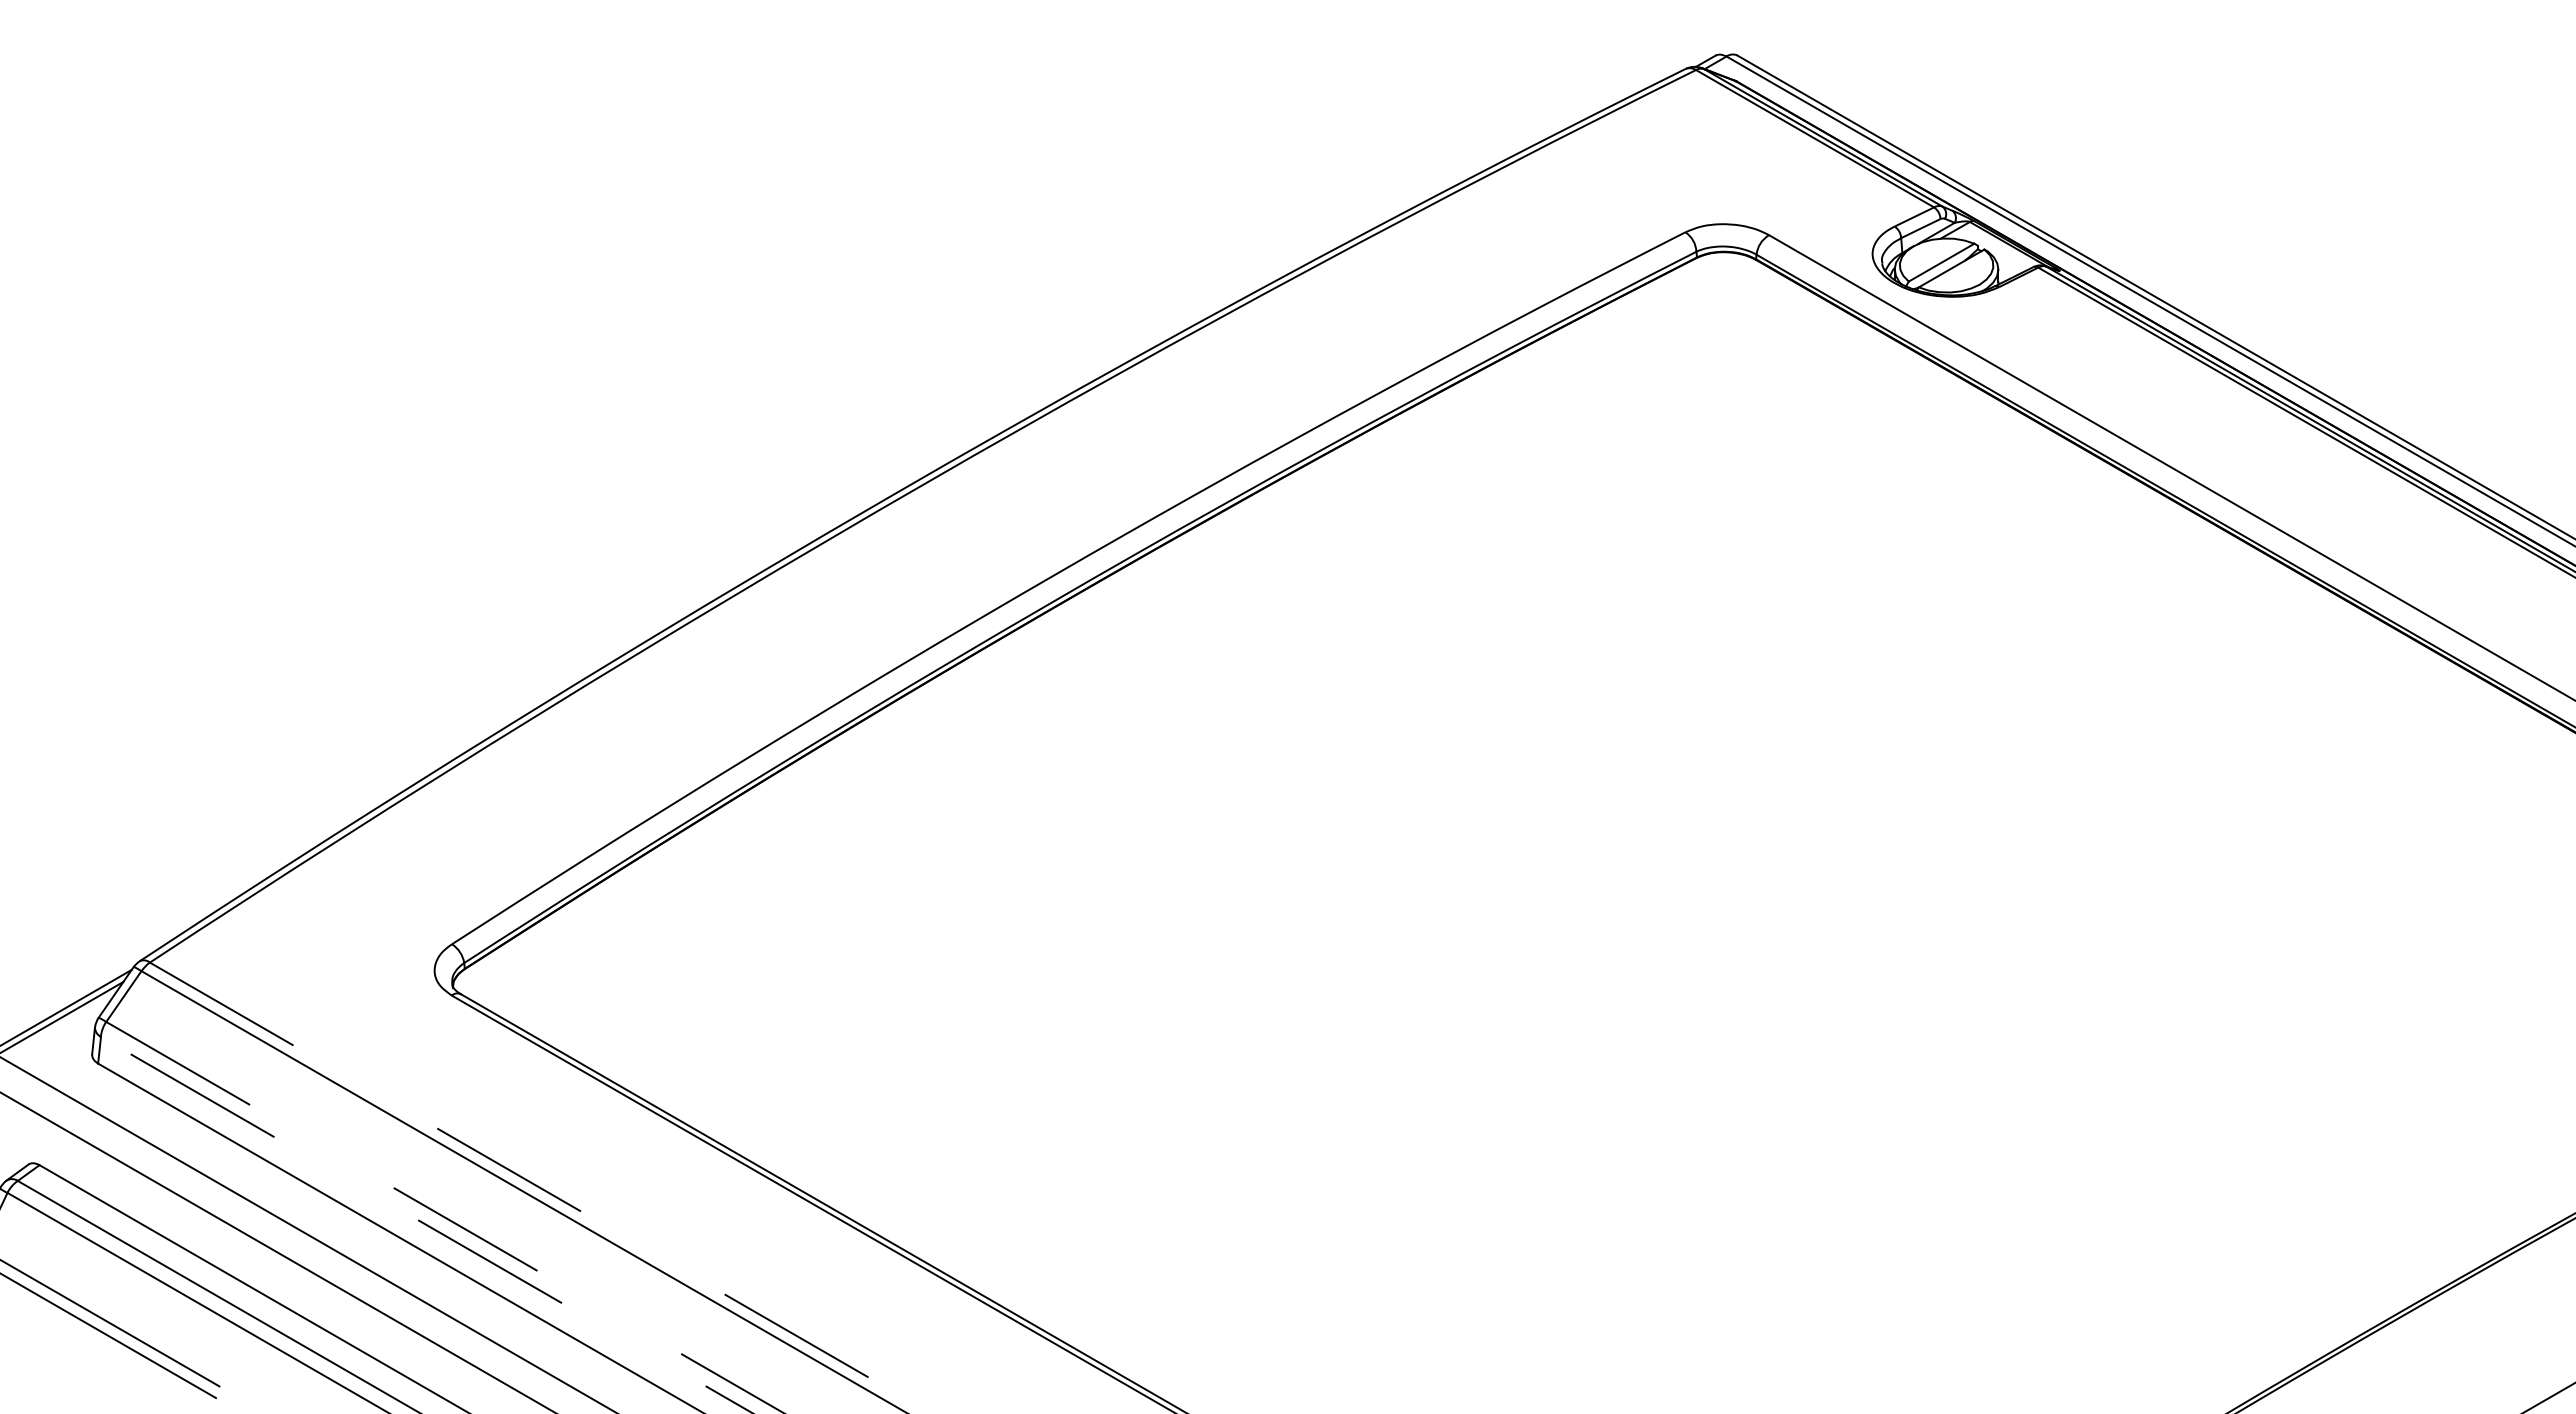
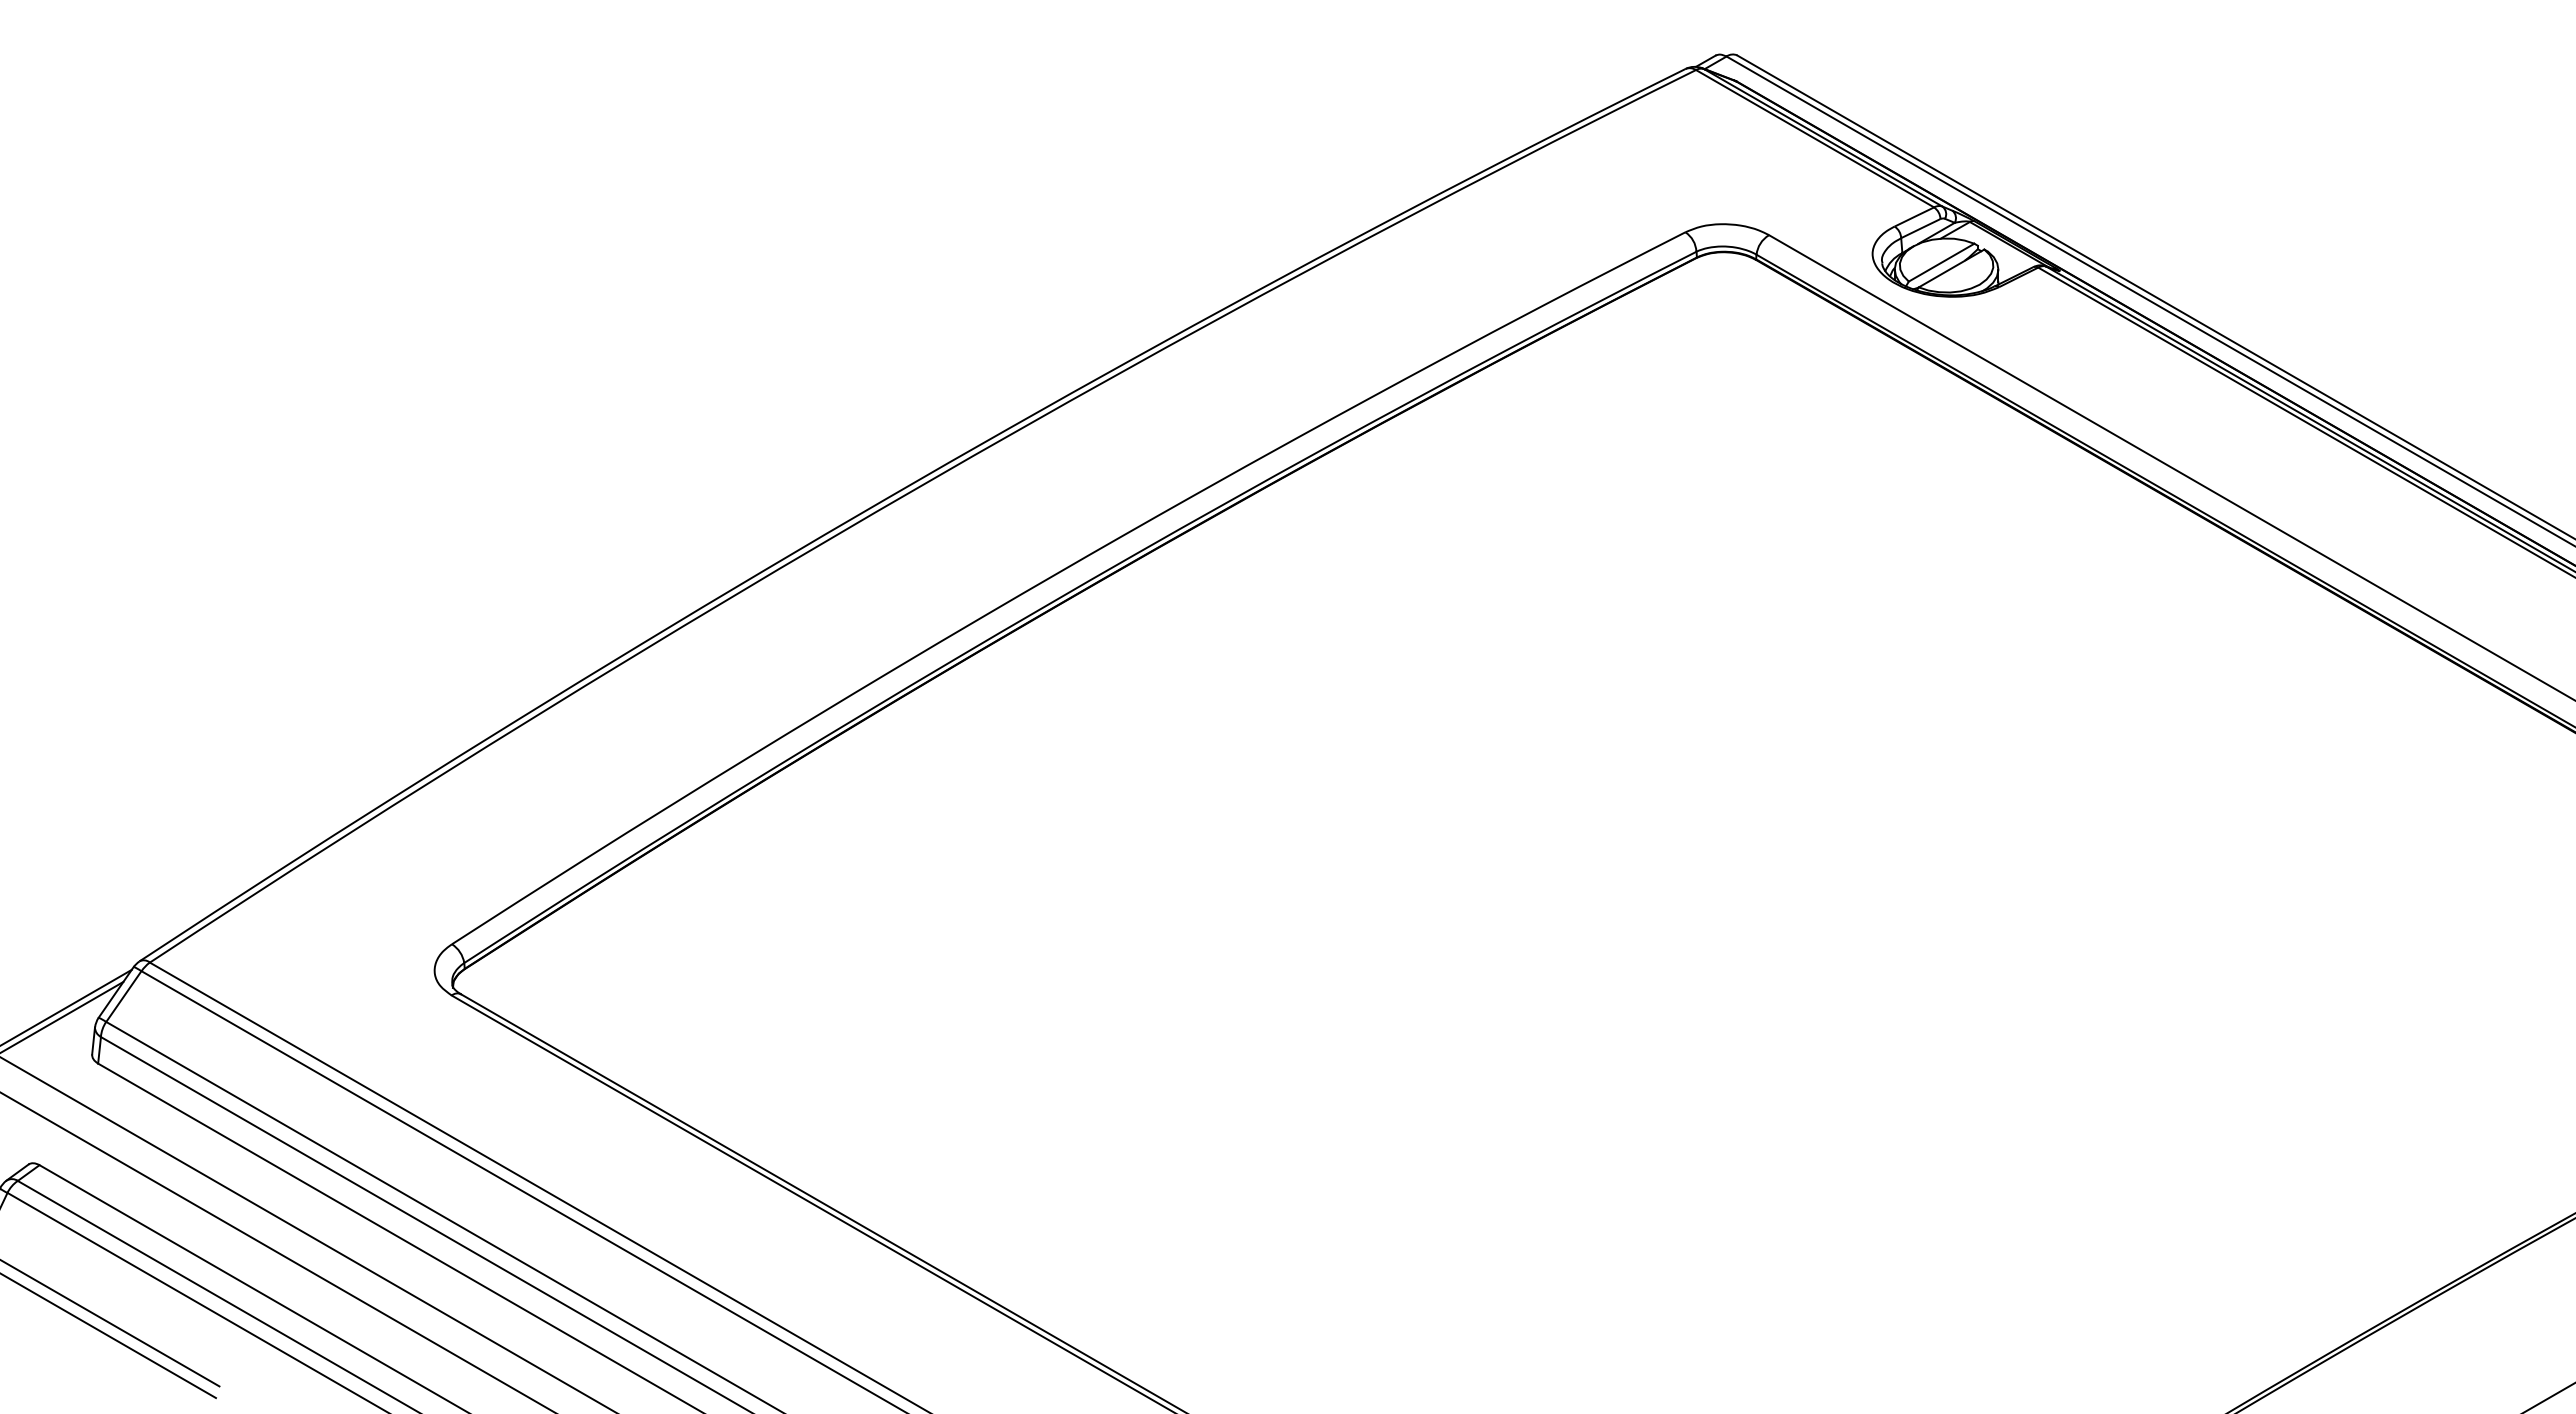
line at (541, 1188): dashed -> solid
line at (445, 1217): dashed -> solid
line at (426, 1225): dashed -> solid
